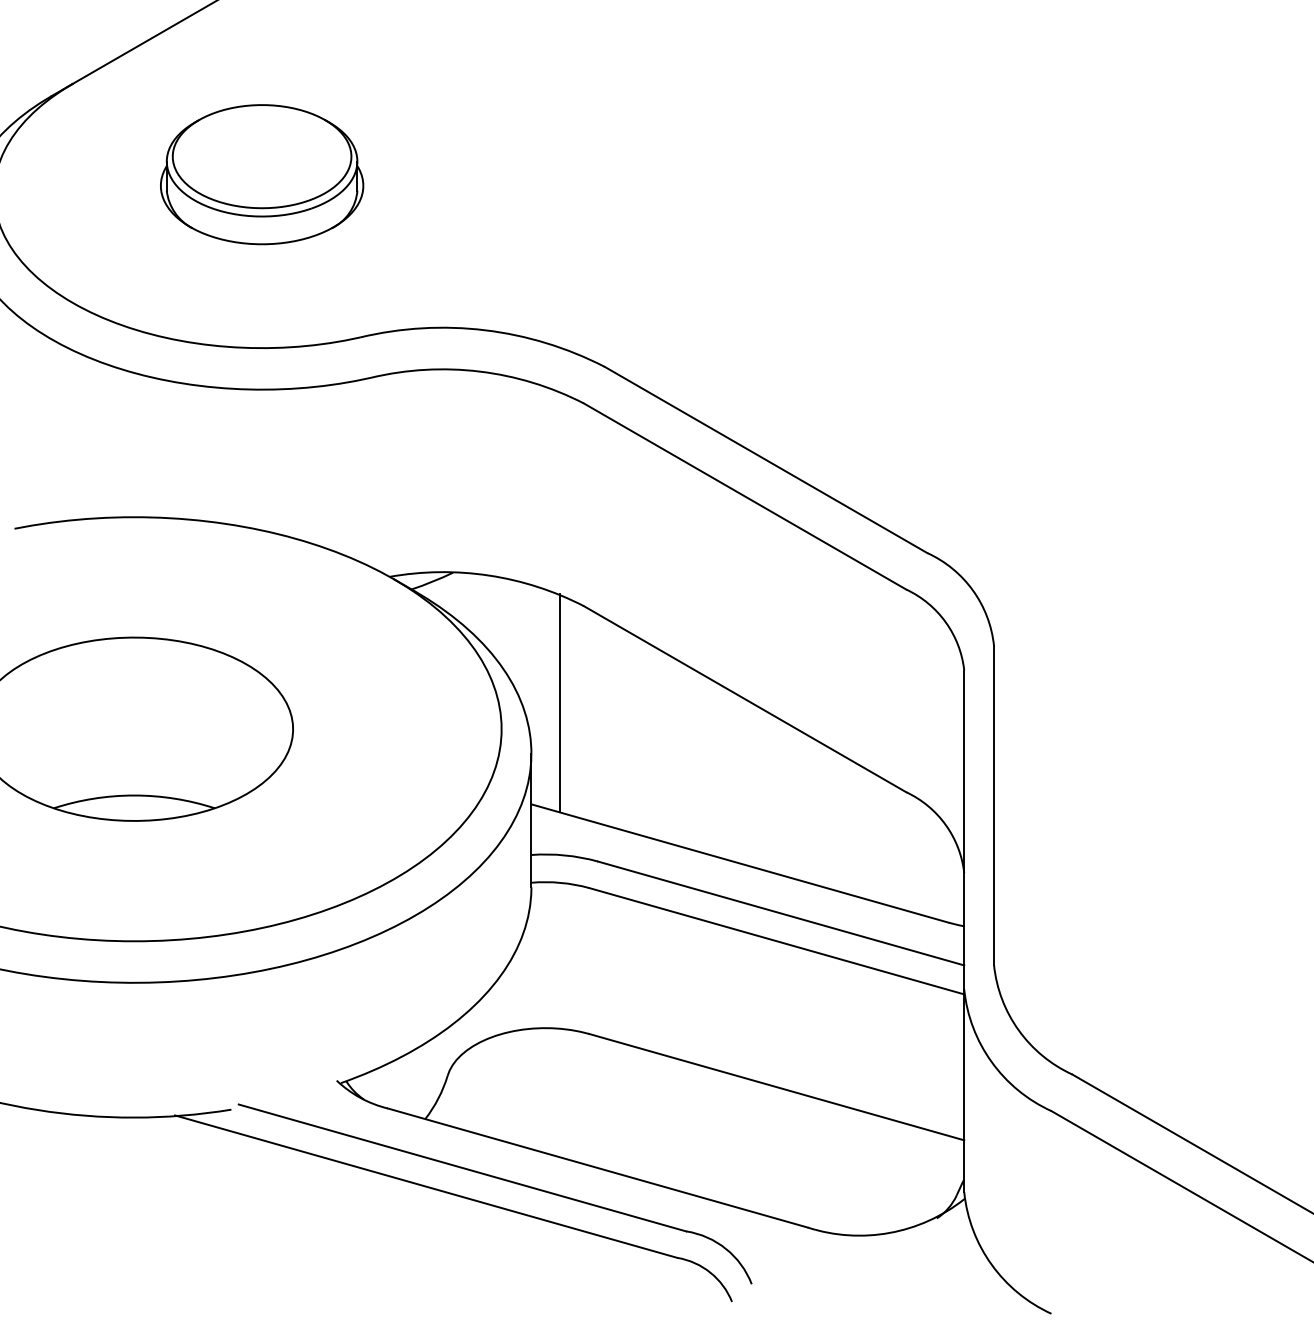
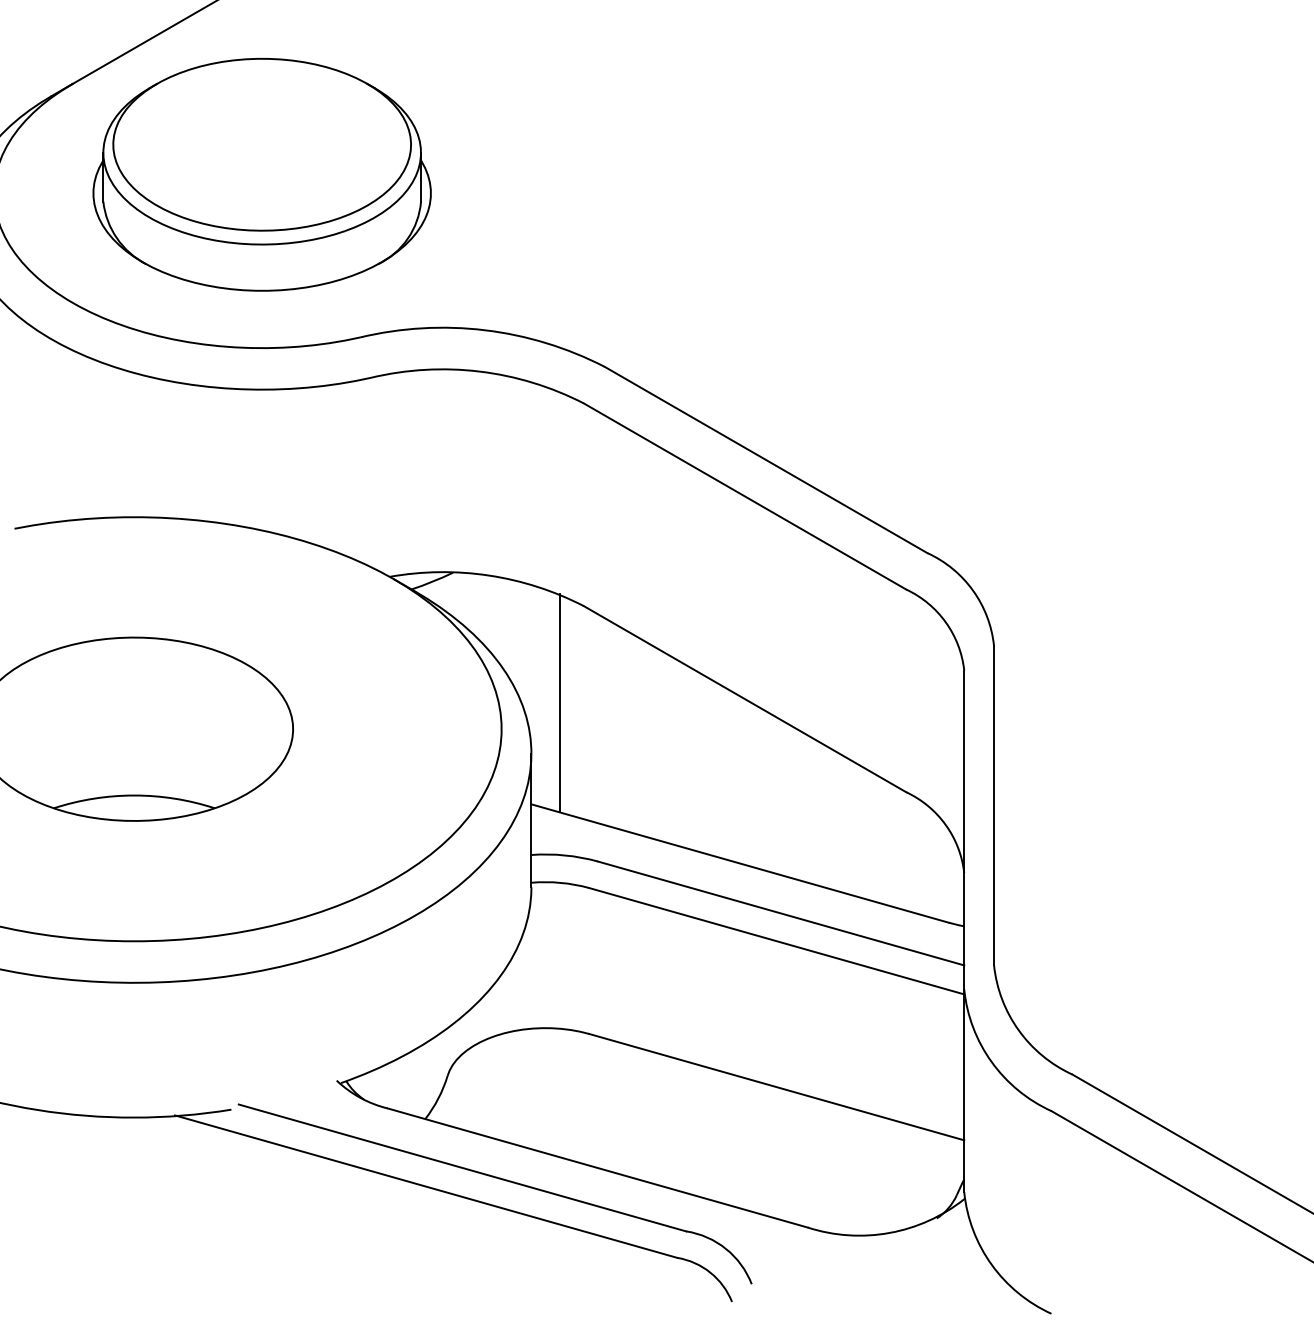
part at (262, 174) size: 205x142 px -> 340x235 px
